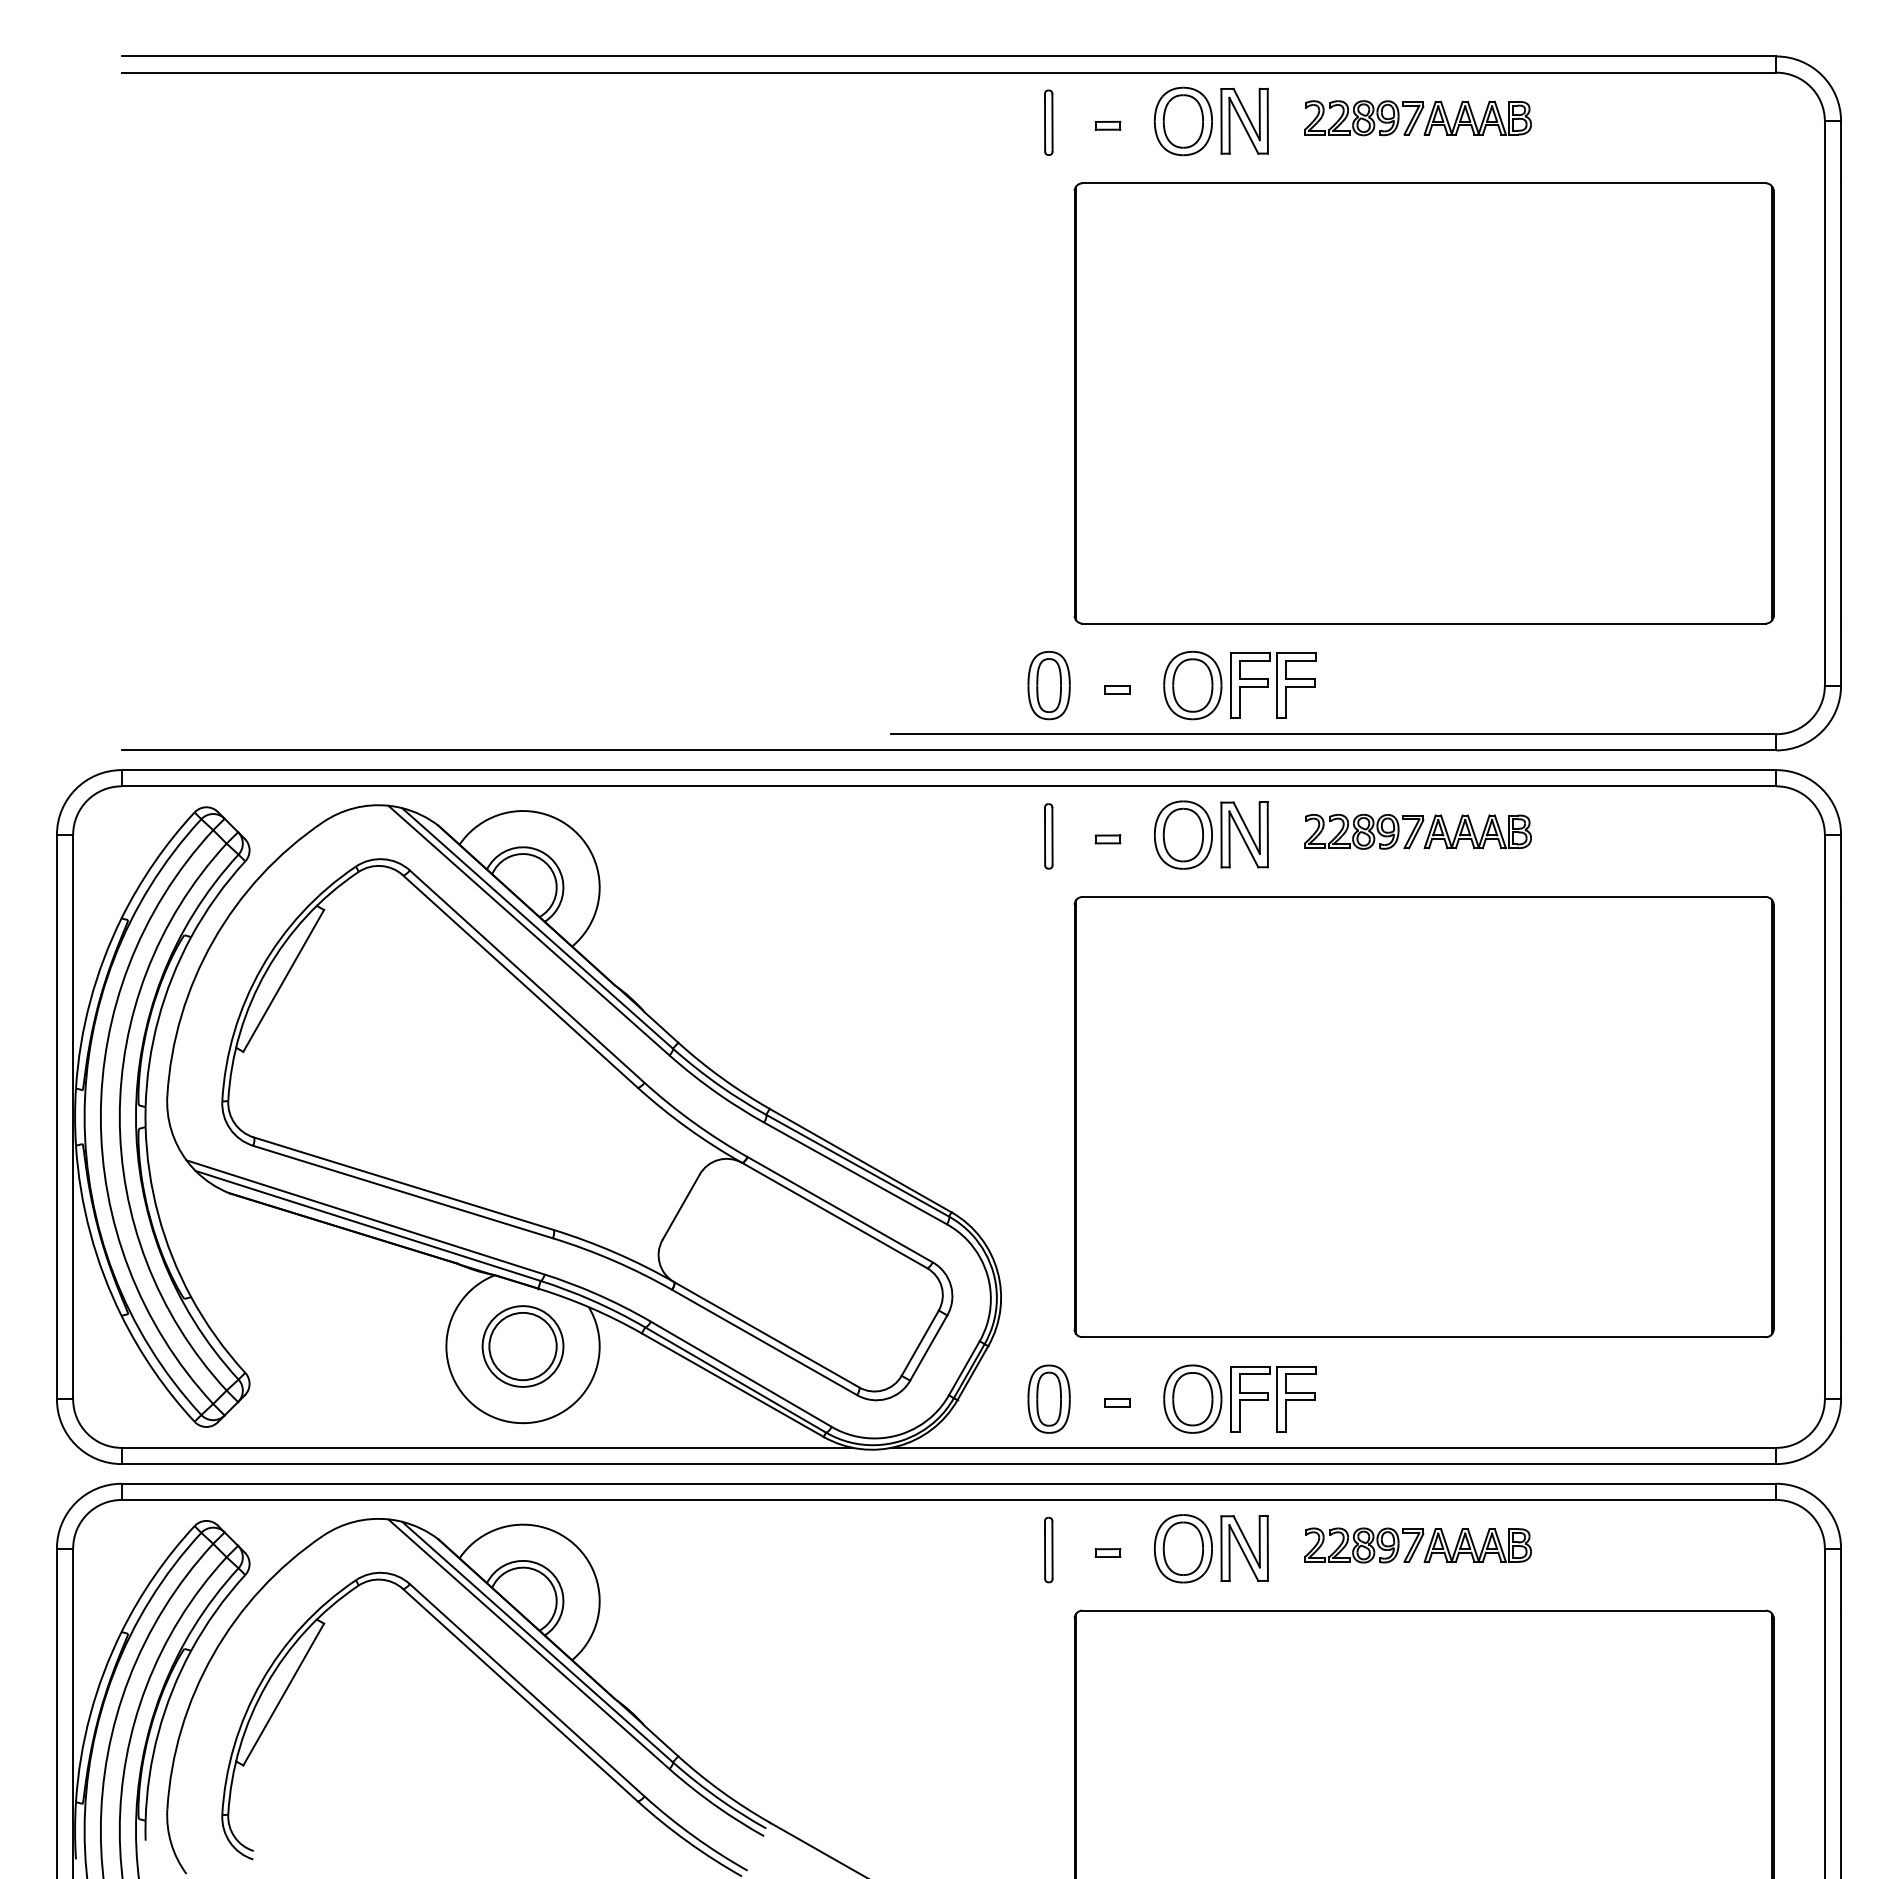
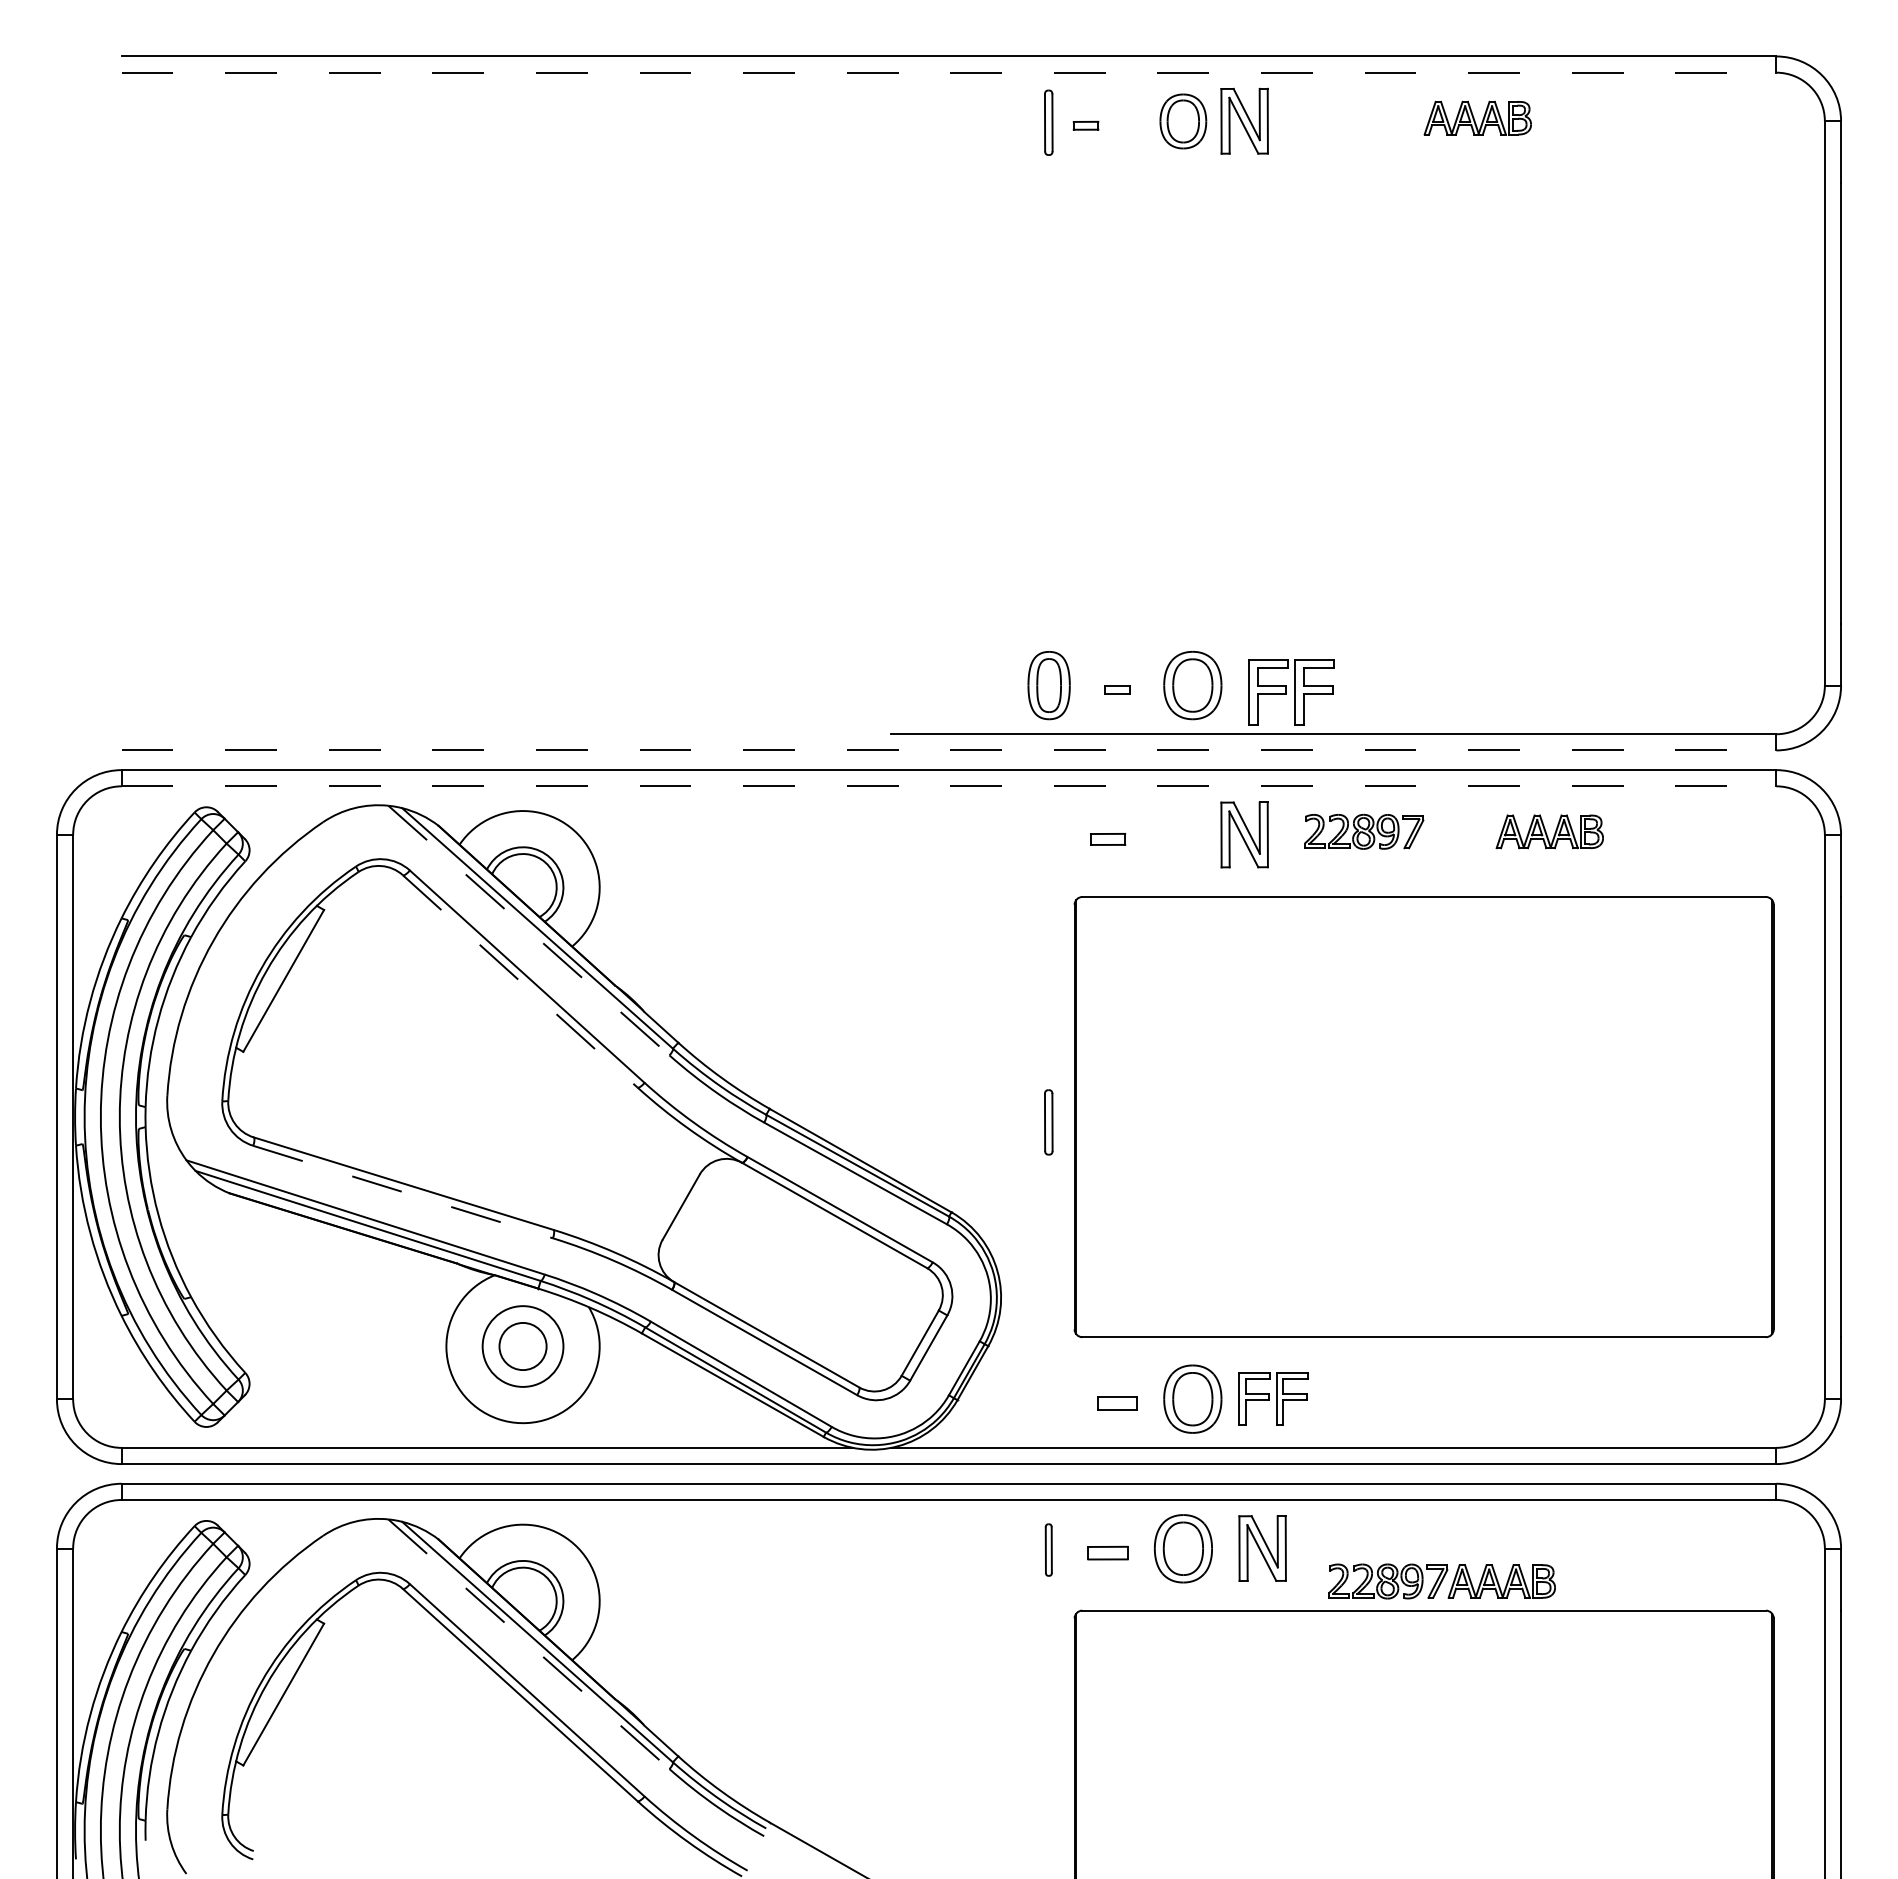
line at (949, 72): solid -> dashed
part at (1364, 118): present -> none
part at (1182, 121) size: 60x71 px -> 49x57 px
part at (1107, 125) position: (1107, 125) -> (1085, 125)
part at (1423, 403): present -> none
part at (1273, 685) position: (1273, 685) -> (1291, 692)
line at (949, 750): solid -> dashed
line at (949, 786): solid -> dashed
part at (1477, 831) position: (1477, 831) -> (1549, 831)
part at (1183, 834): present -> none
part at (1048, 836) position: (1048, 836) -> (1048, 1122)
part at (1107, 839) size: 28x11 px -> 37x13 px
line at (529, 930): solid -> dashed
line at (520, 981): solid -> dashed
line at (403, 1192): solid -> dashed
circle at (522, 1346) diameter: 67 px -> 47 px
part at (1048, 1398): present -> none
part at (1273, 1399) size: 87x67 px -> 71x54 px
part at (1117, 1402) size: 27x10 px -> 41x15 px
part at (1417, 1545) position: (1417, 1545) -> (1441, 1581)
part at (1244, 1548) position: (1244, 1548) -> (1262, 1548)
part at (1048, 1549) size: 10x68 px -> 9x54 px
part at (1107, 1552) size: 28x10 px -> 42x16 px
line at (529, 1644): solid -> dashed
